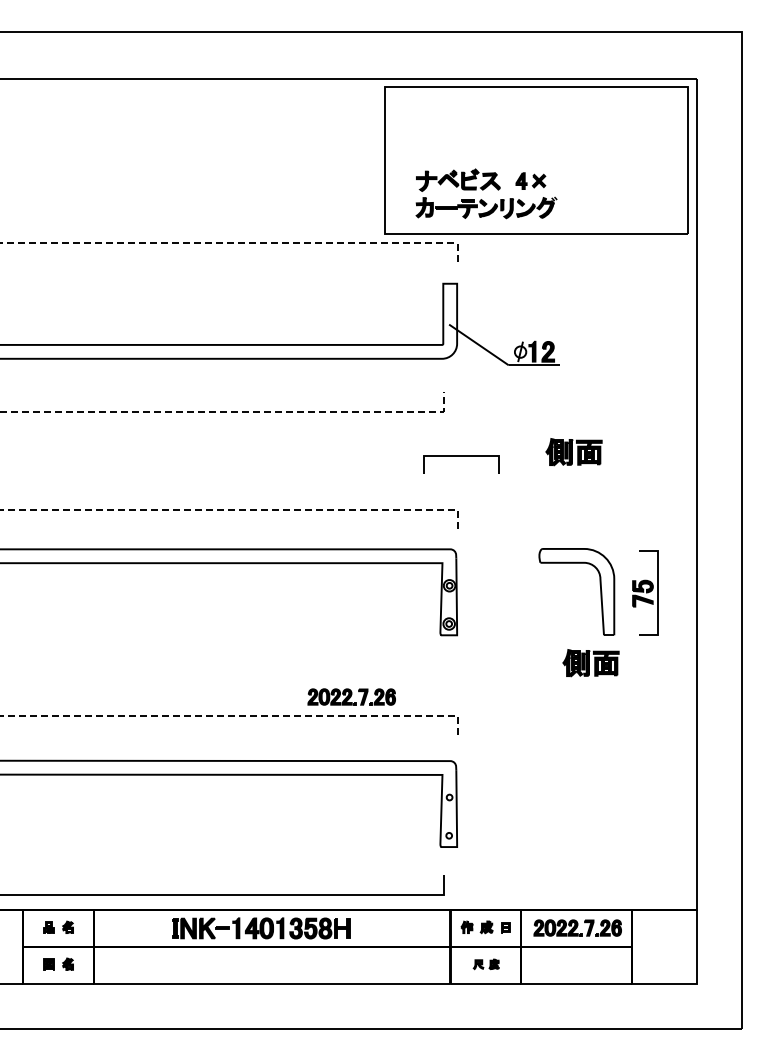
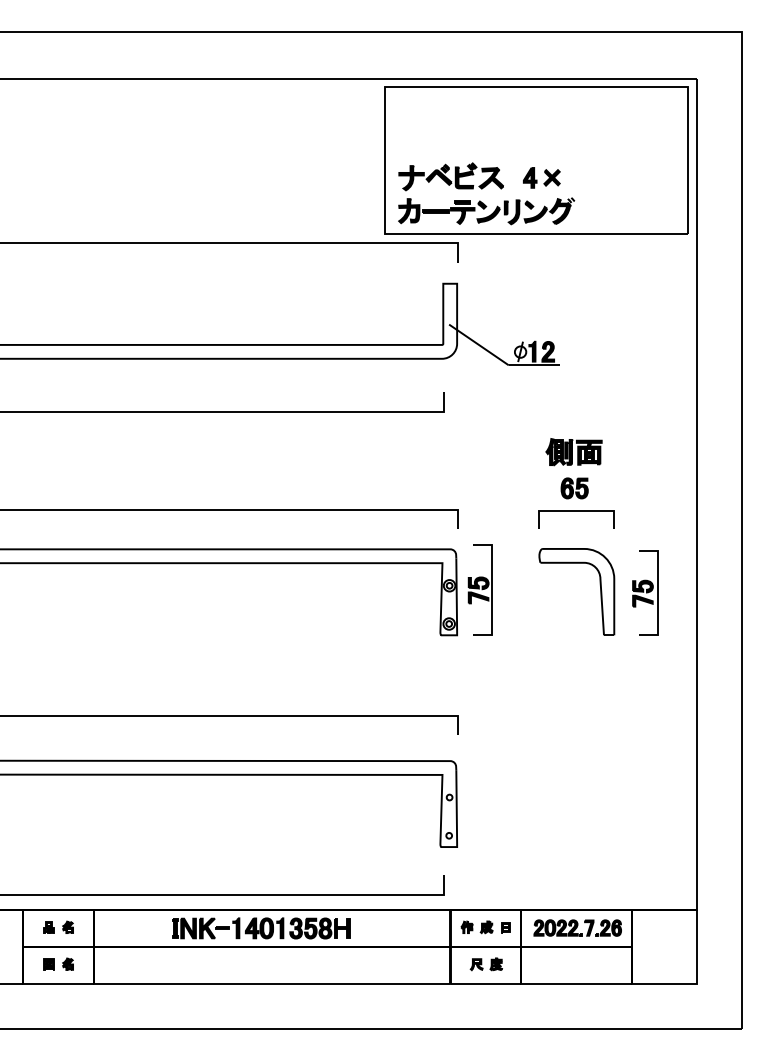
part at (486, 193) size: 143x52 px -> 178x64 px
line at (240, 243): dashed -> solid
line at (232, 411): dashed -> solid
line at (461, 456) position: (461, 456) -> (576, 511)
part at (574, 488): none -> present
line at (240, 510): dashed -> solid
part at (479, 589): none -> present
part at (590, 663): present -> none
part at (351, 696): present -> none
line at (240, 716): dashed -> solid
part at (485, 964) size: 28x13 px -> 34x15 px
